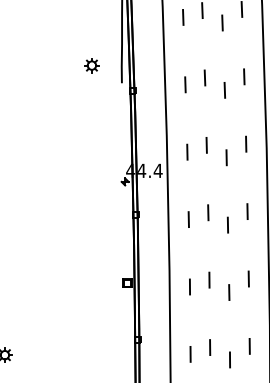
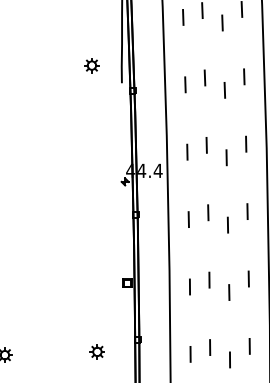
part at (96, 351): none -> present
